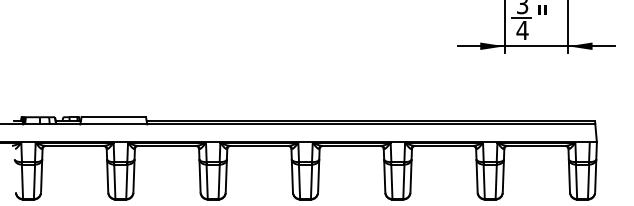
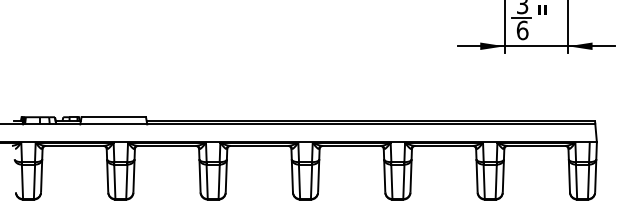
text at (522, 30): 4 -> 6
